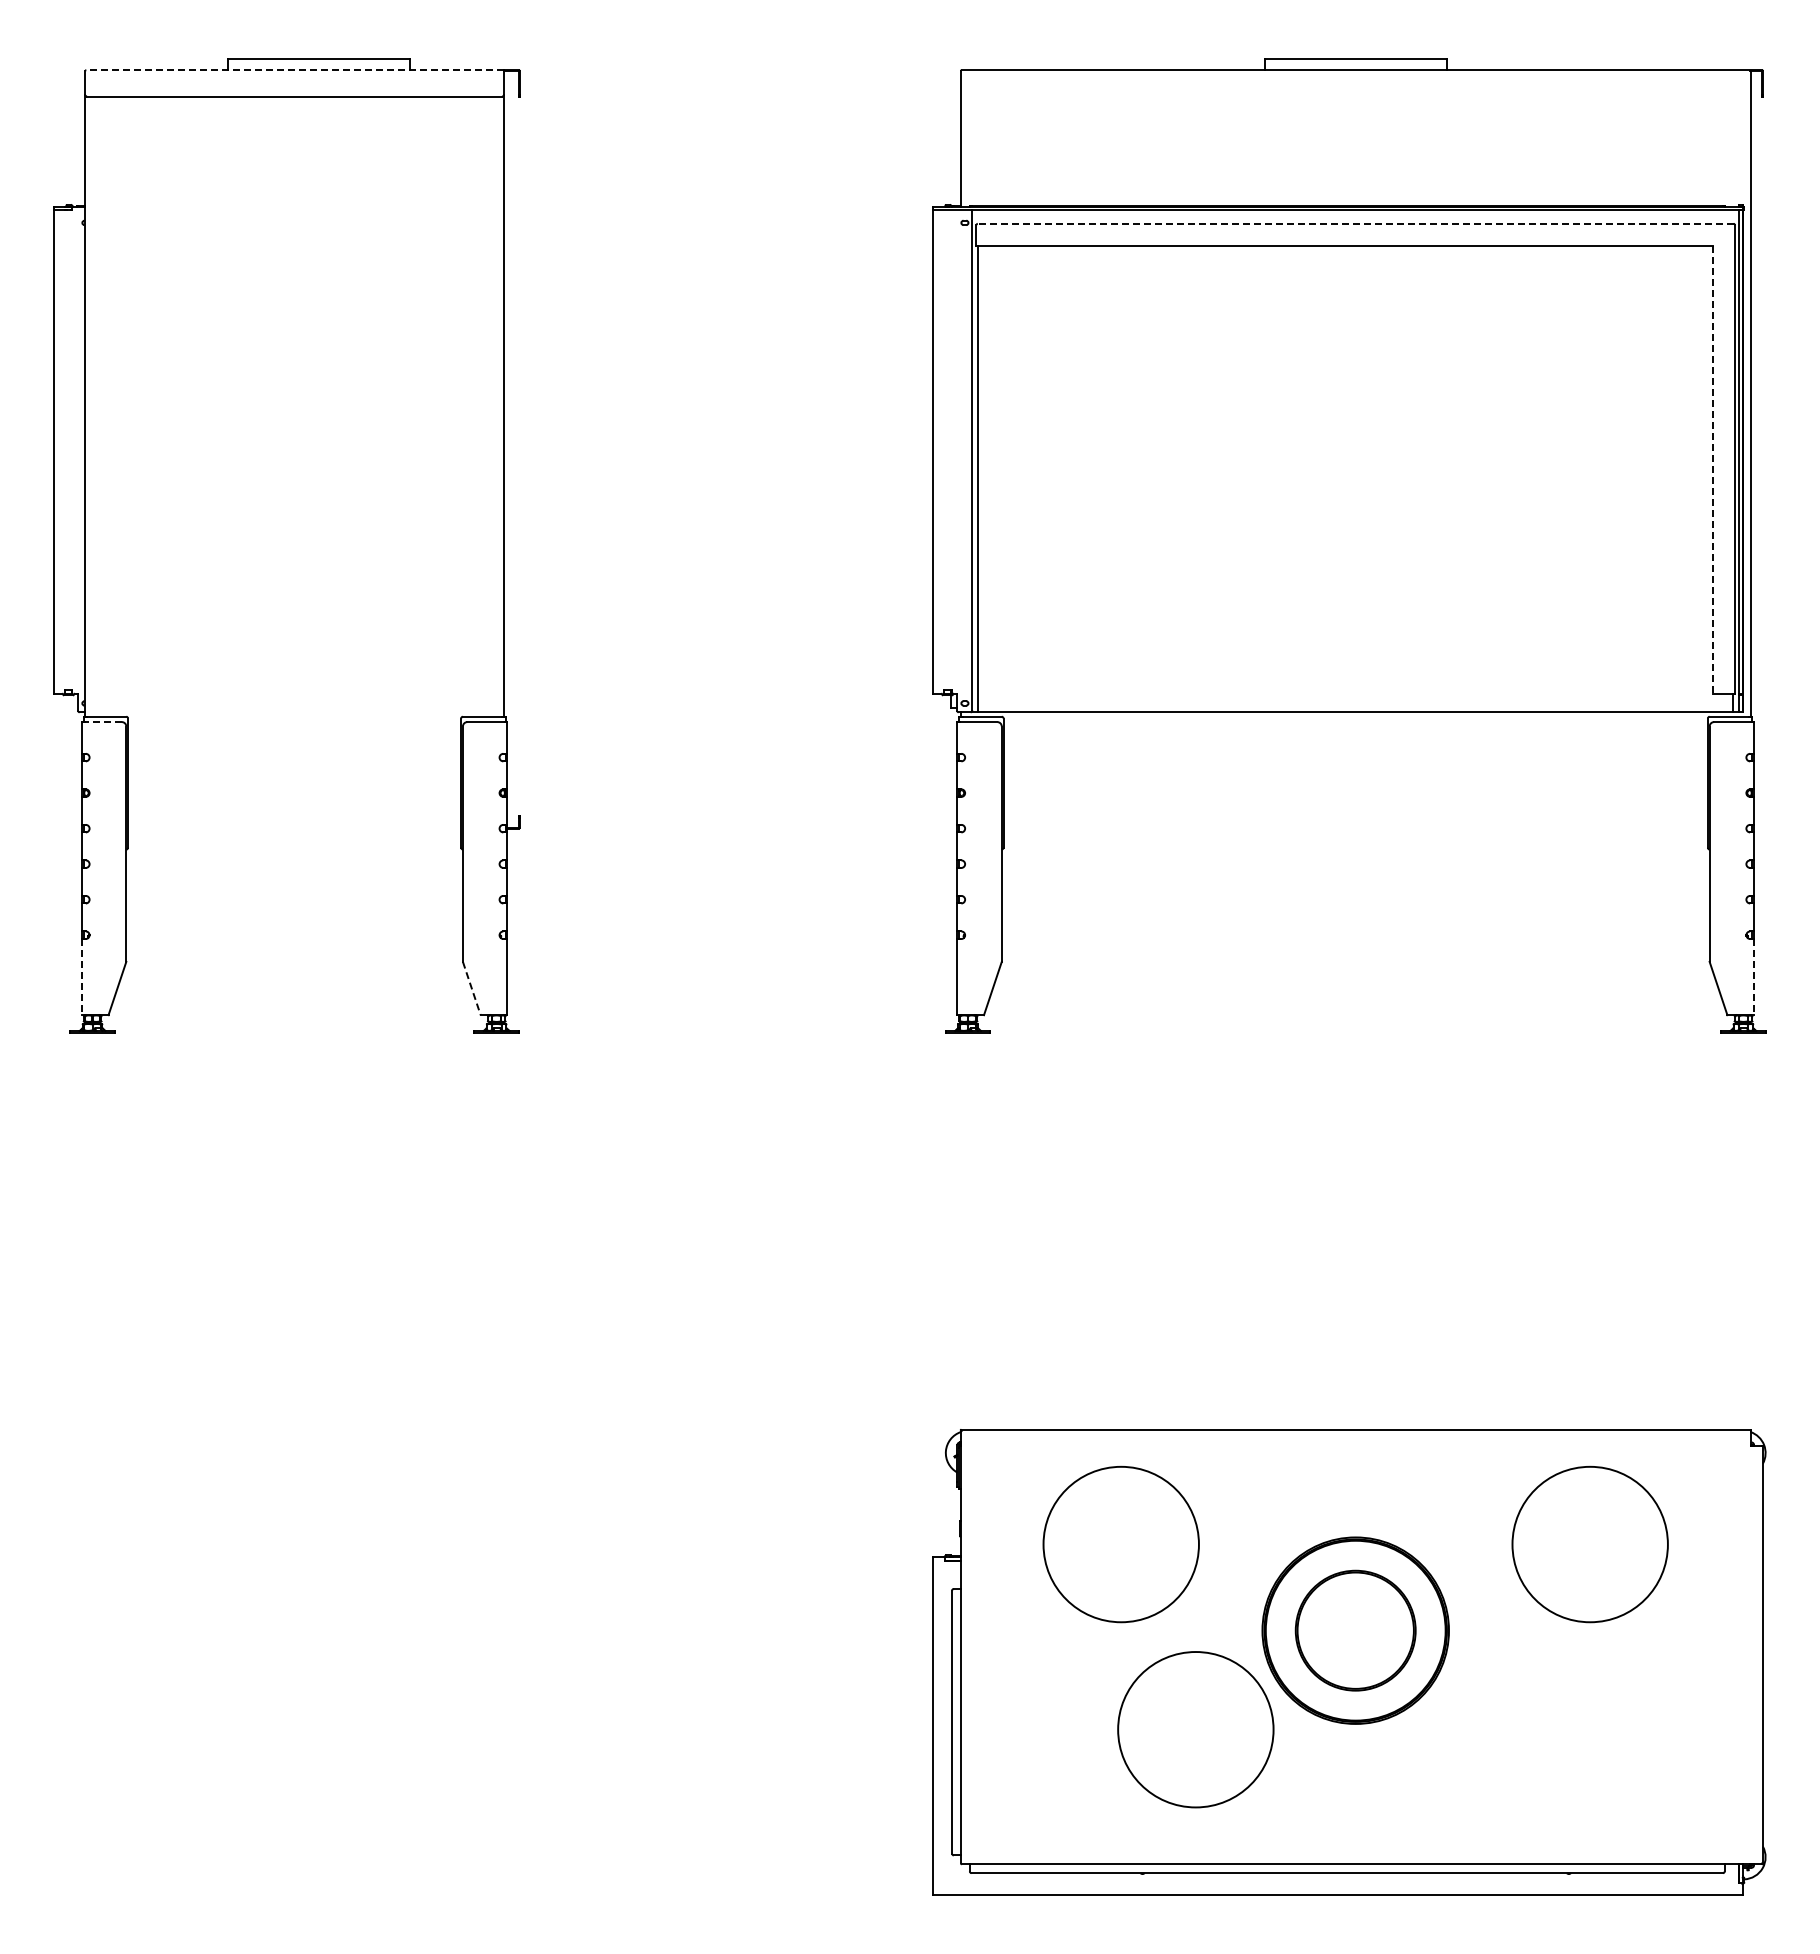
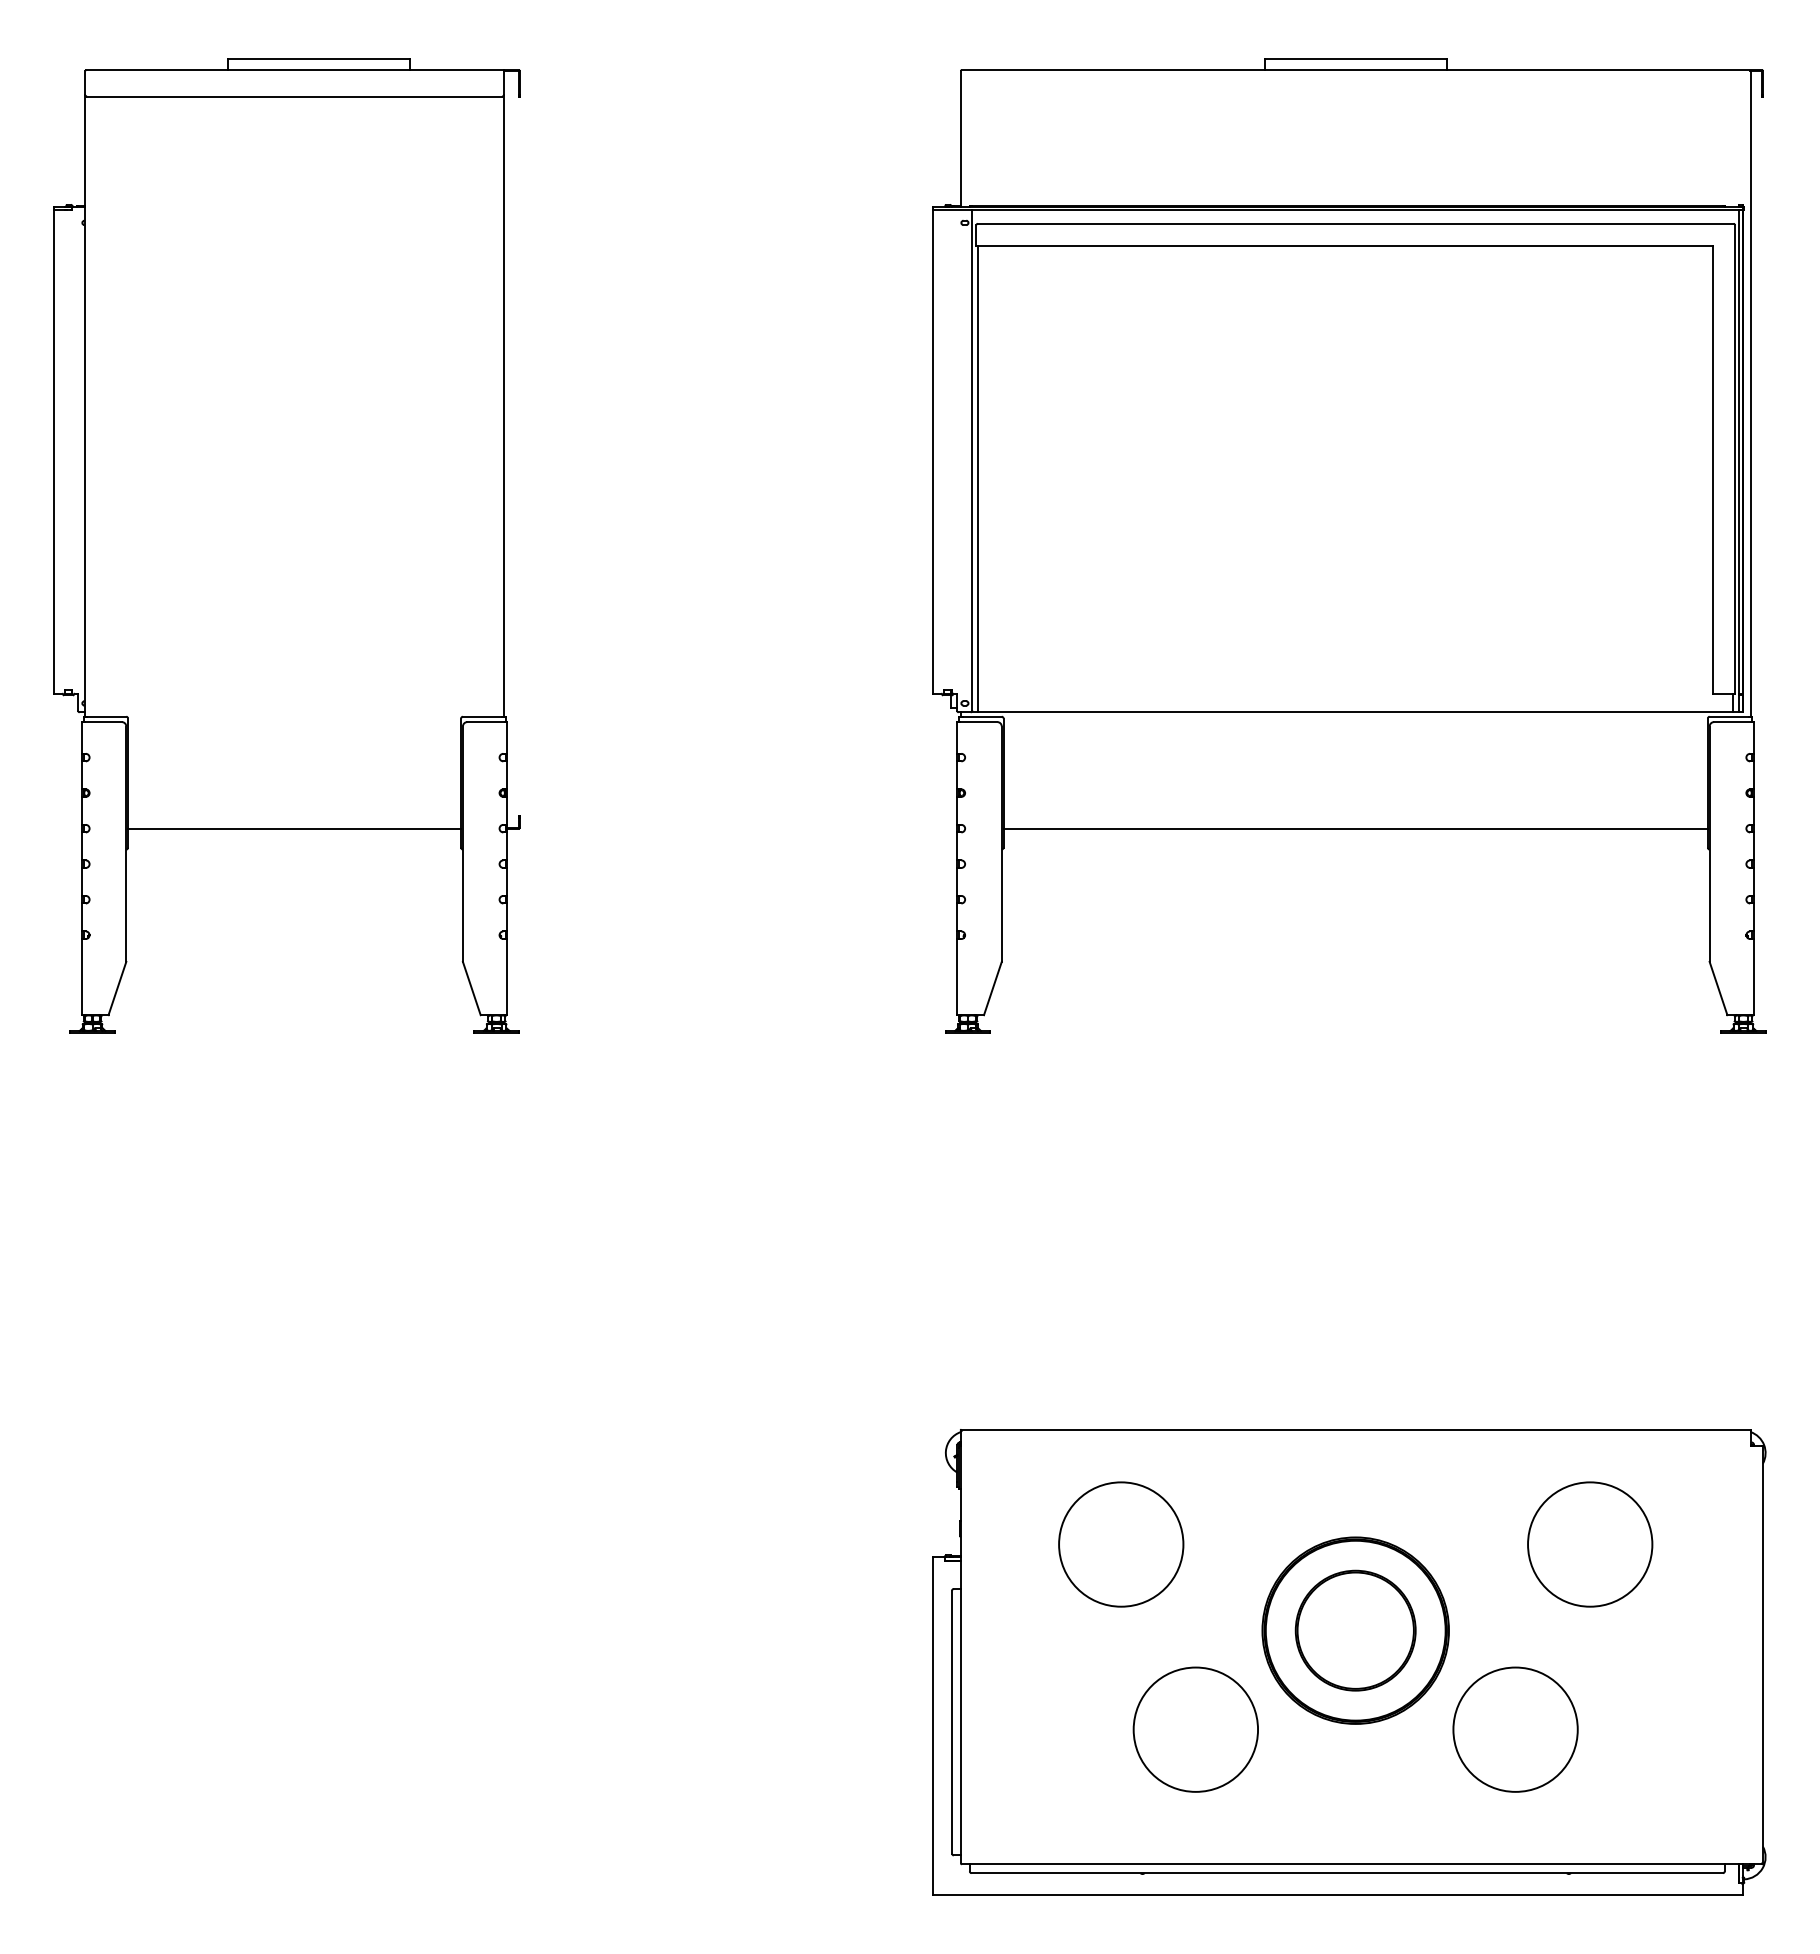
line at (295, 70): dashed -> solid
line at (1355, 223): dashed -> solid
line at (1712, 469): dashed -> solid
line at (103, 722): dashed -> solid
line at (294, 828): none -> present
line at (1355, 828): none -> present
line at (81, 977): dashed -> solid
line at (1754, 977): dashed -> solid
line at (471, 988): dashed -> solid
circle at (1120, 1544) diameter: 155 px -> 124 px
circle at (1589, 1544) diameter: 155 px -> 124 px
circle at (1195, 1729) diameter: 155 px -> 124 px
circle at (1515, 1729): none -> present
